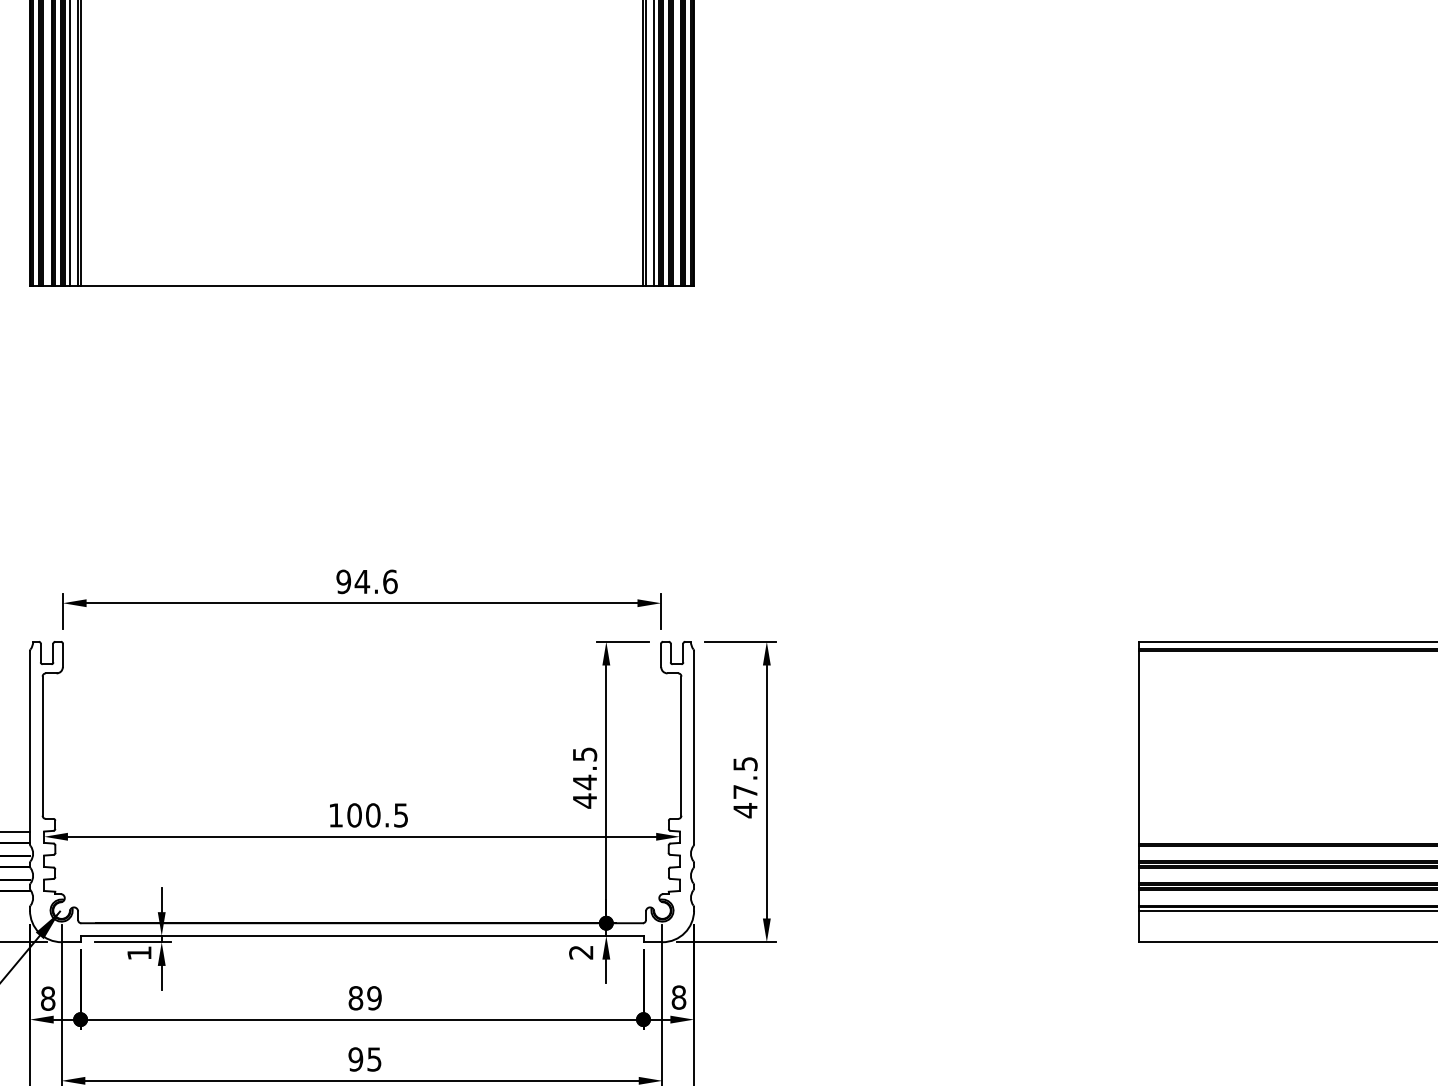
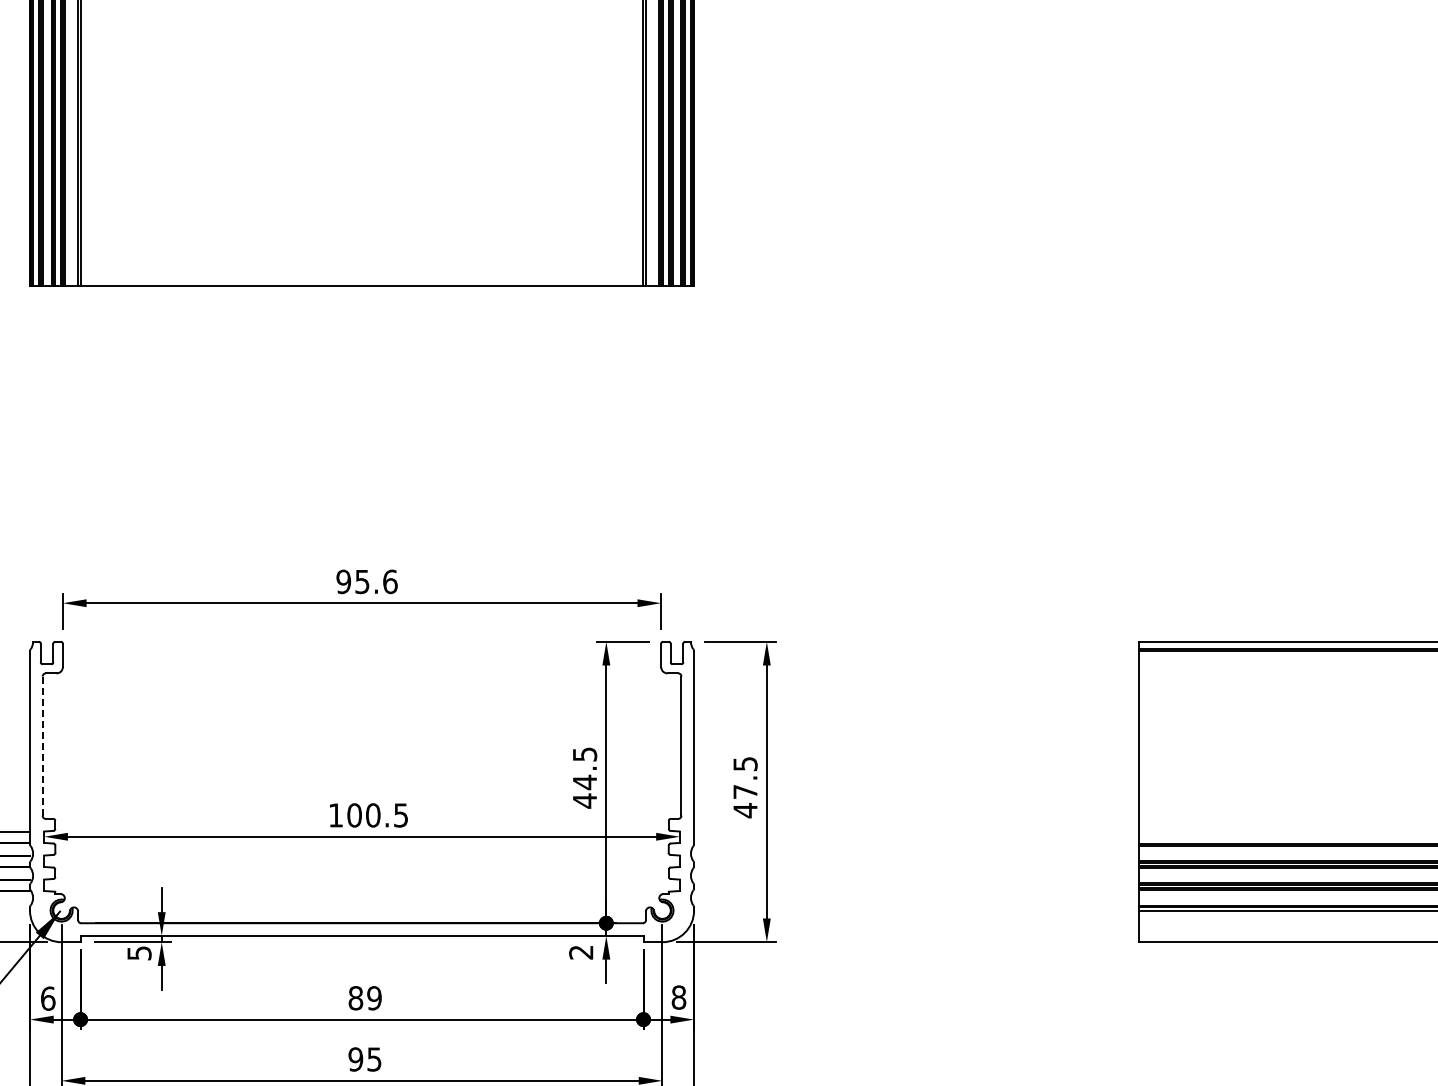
line at (69, 144): present -> none
line at (654, 144): present -> none
text at (362, 582): 94.6 -> 95.6
line at (42, 746): solid -> dashed
text at (139, 953): 1 -> 5
text at (48, 998): 8 -> 6
